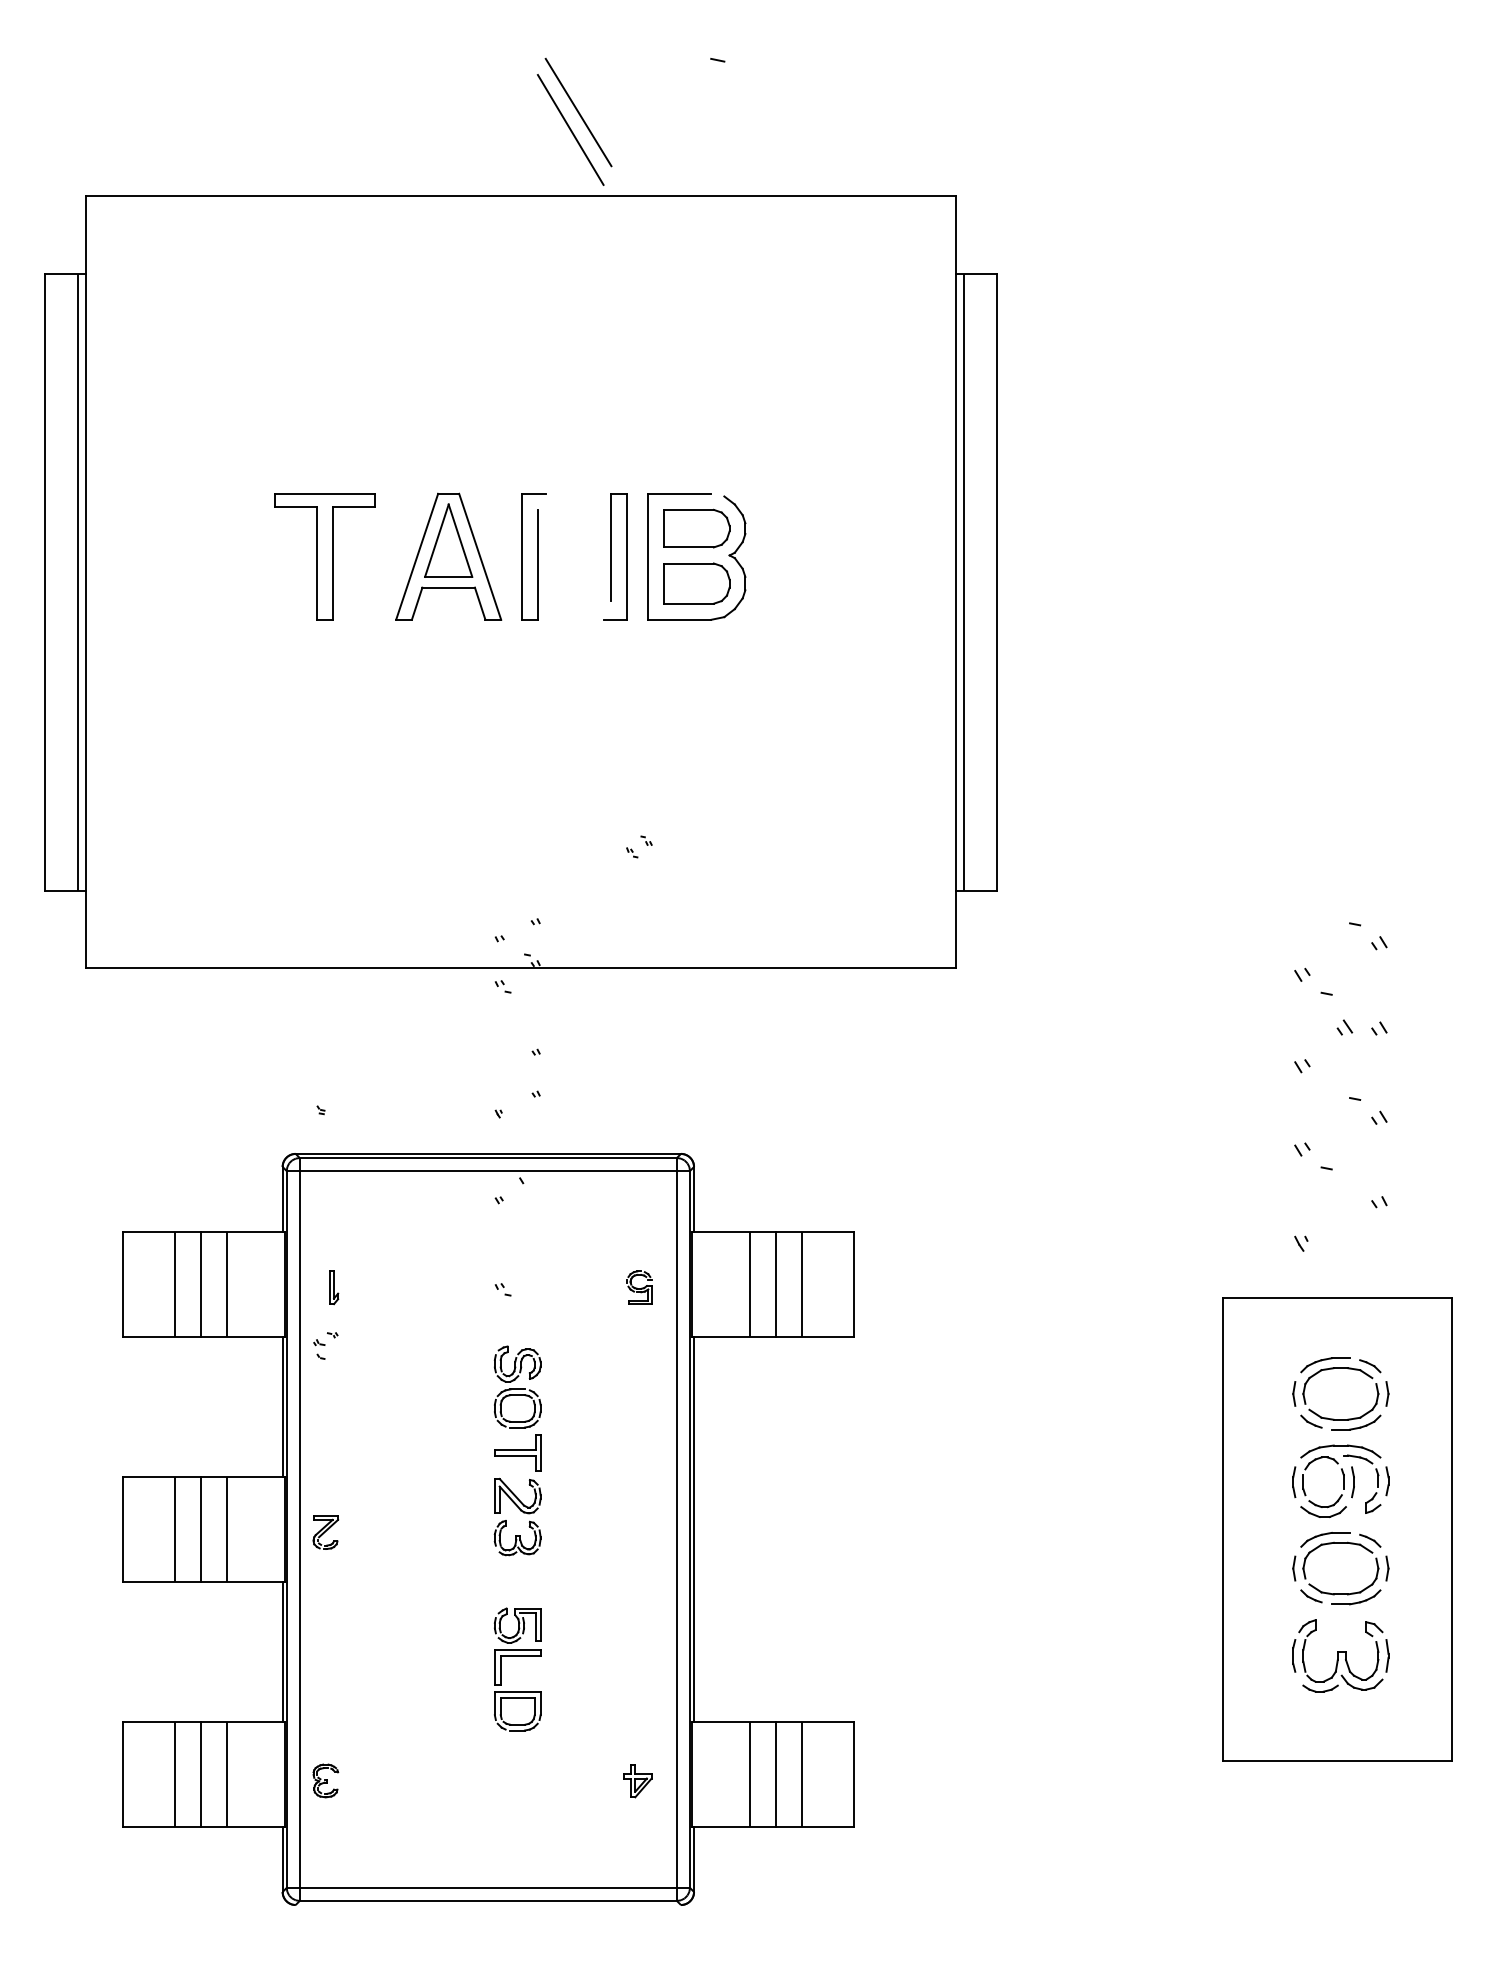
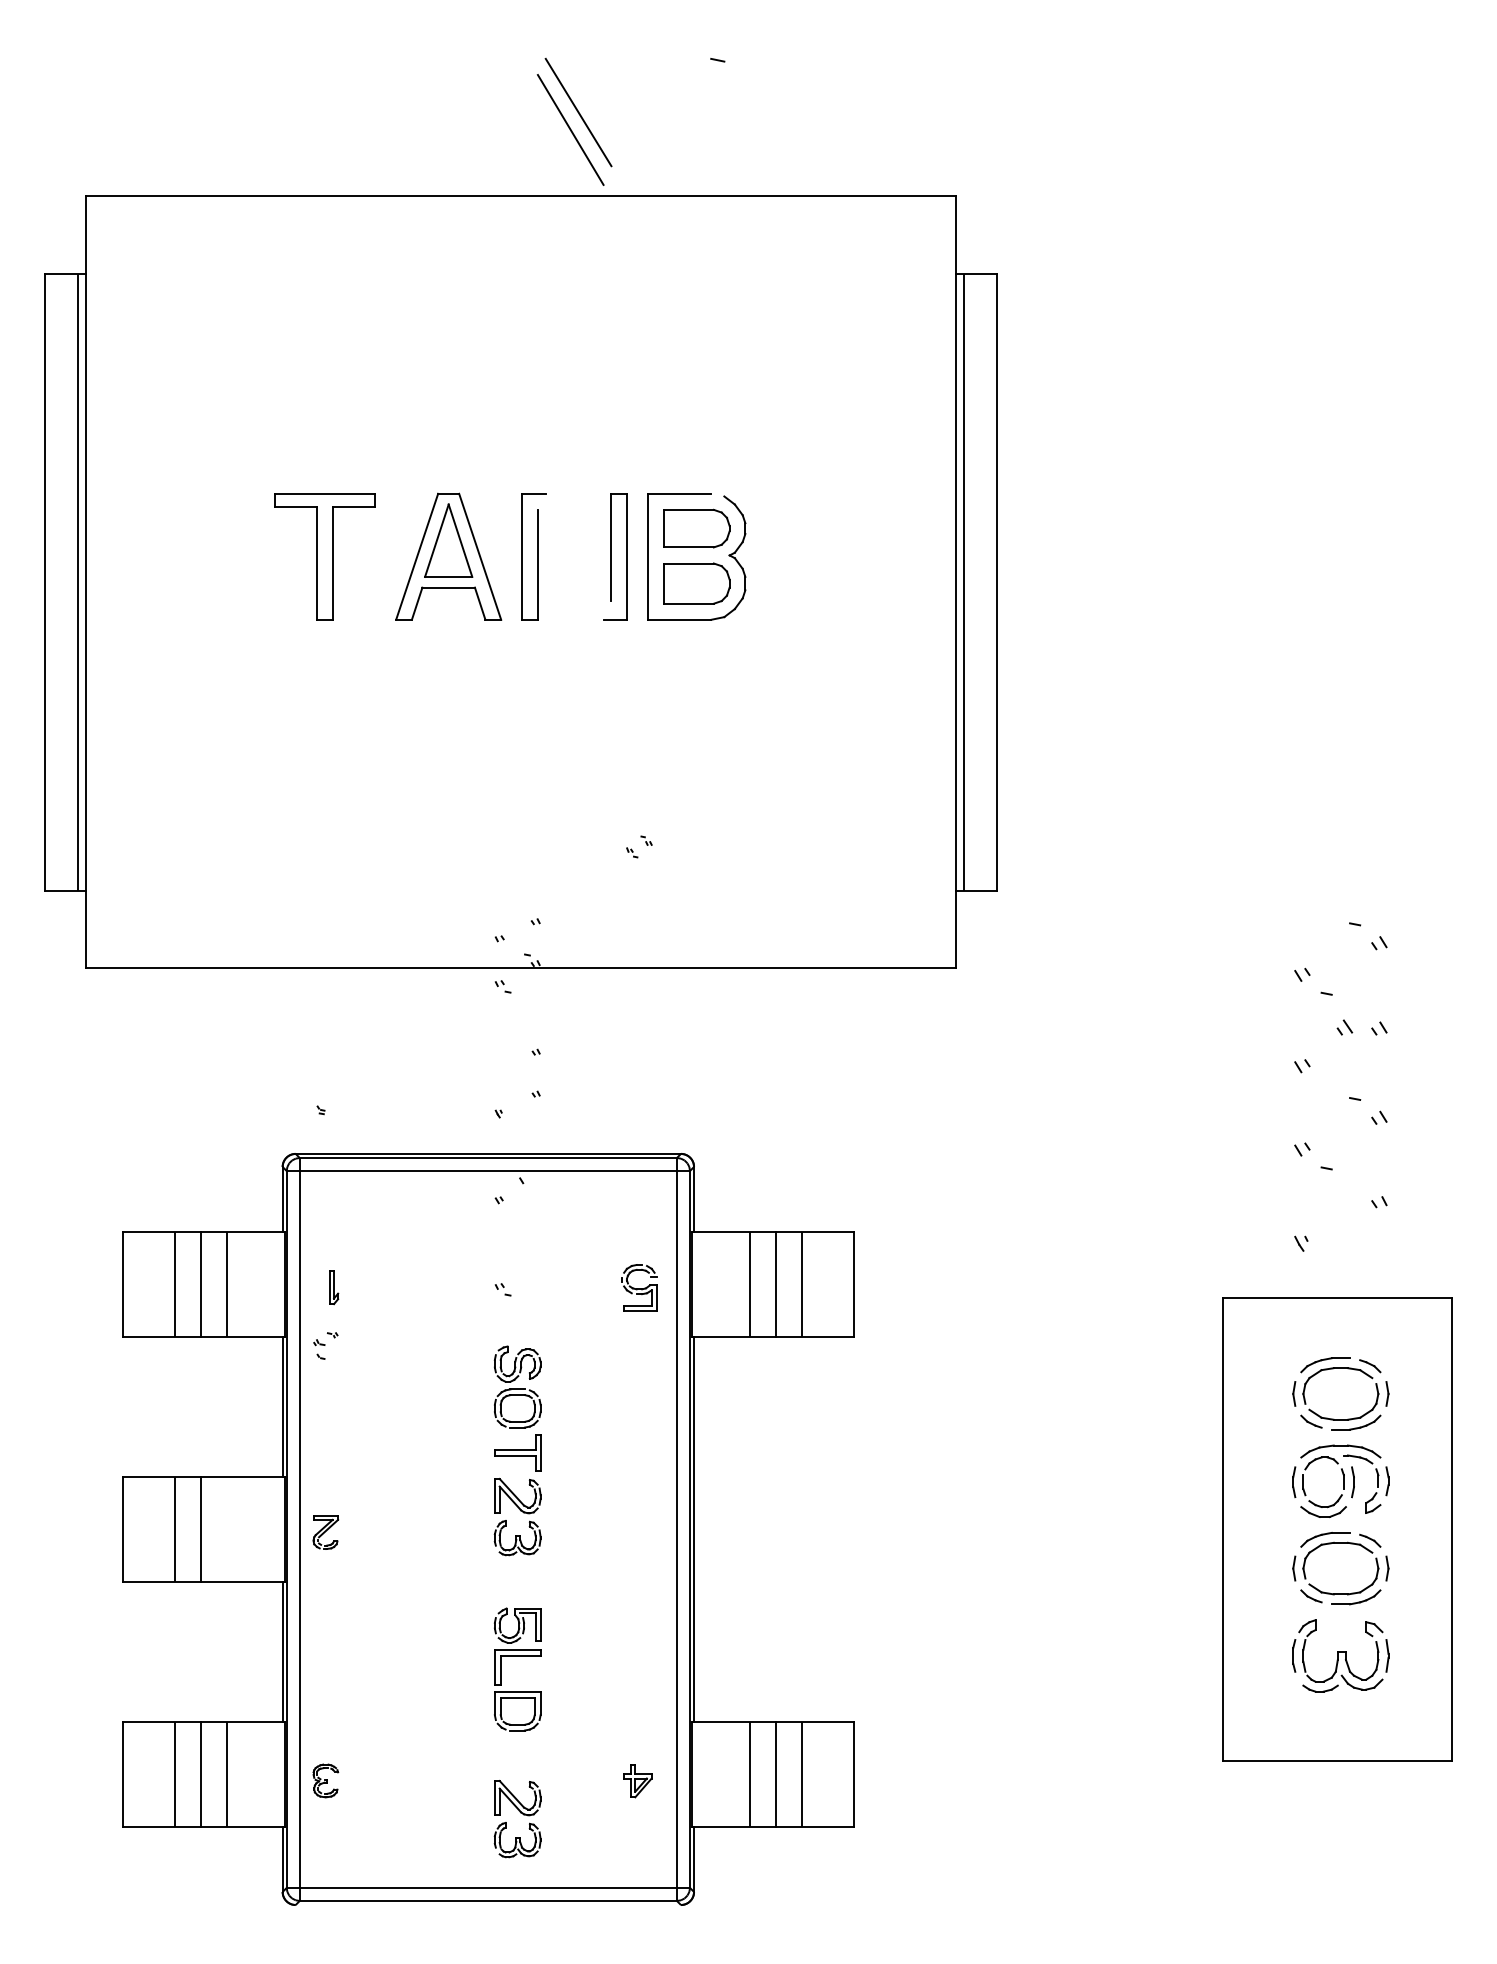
part at (639, 1287) size: 27x35 px -> 37x48 px
line at (227, 1529): present -> none
part at (517, 1818): none -> present
